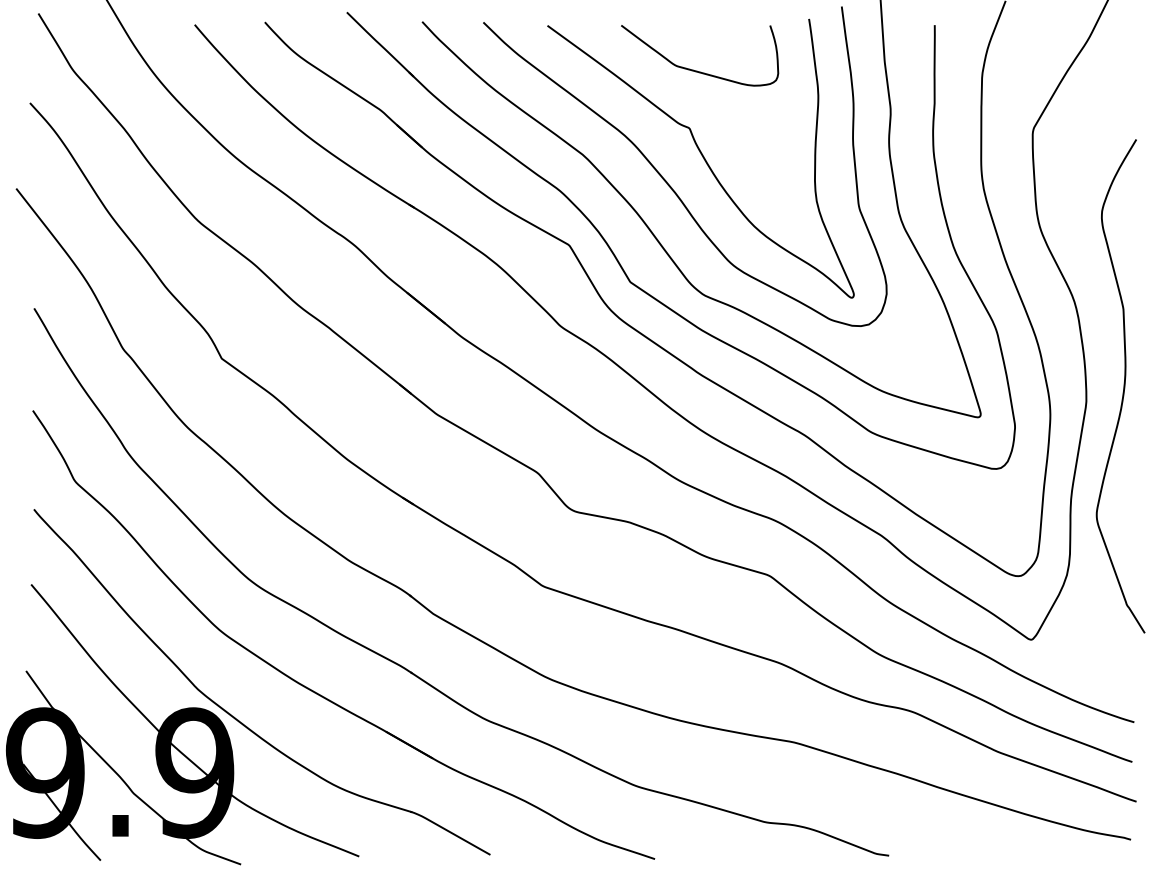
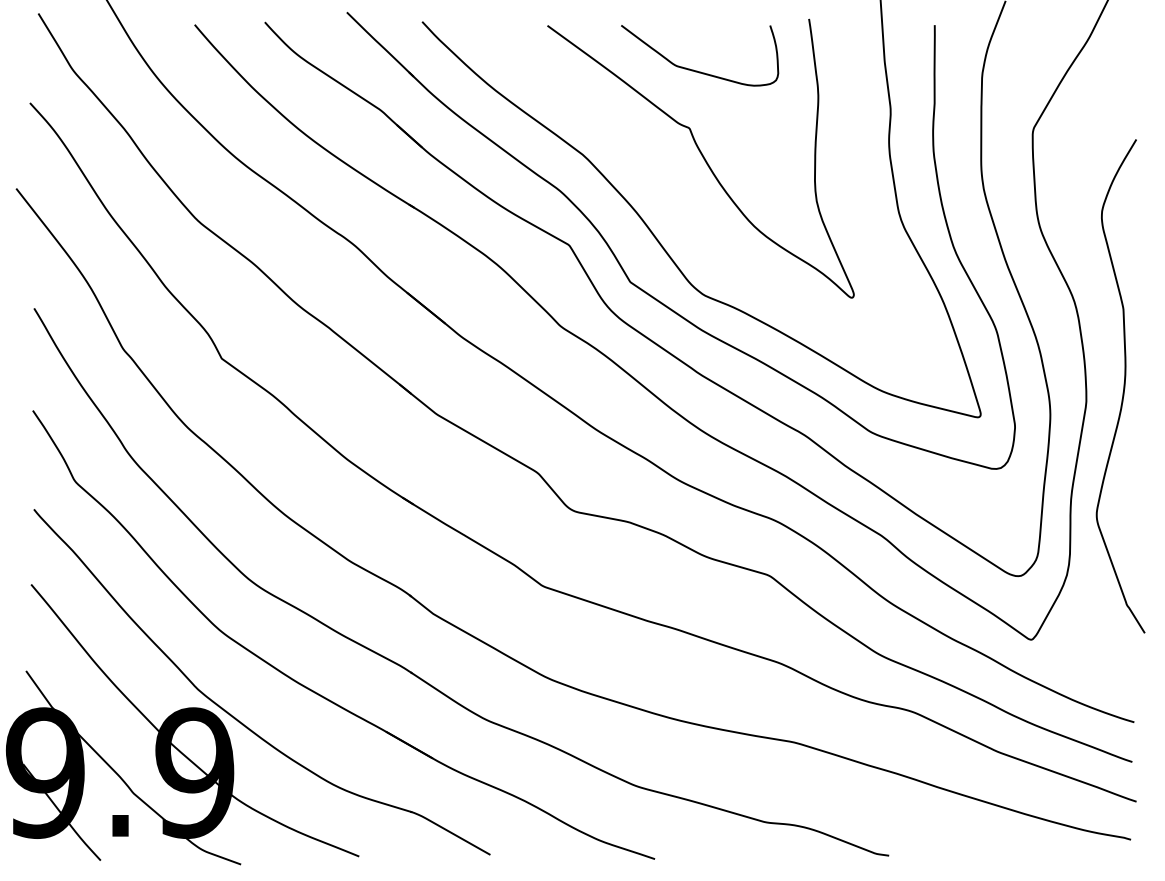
curve at (667, 181): present -> none
